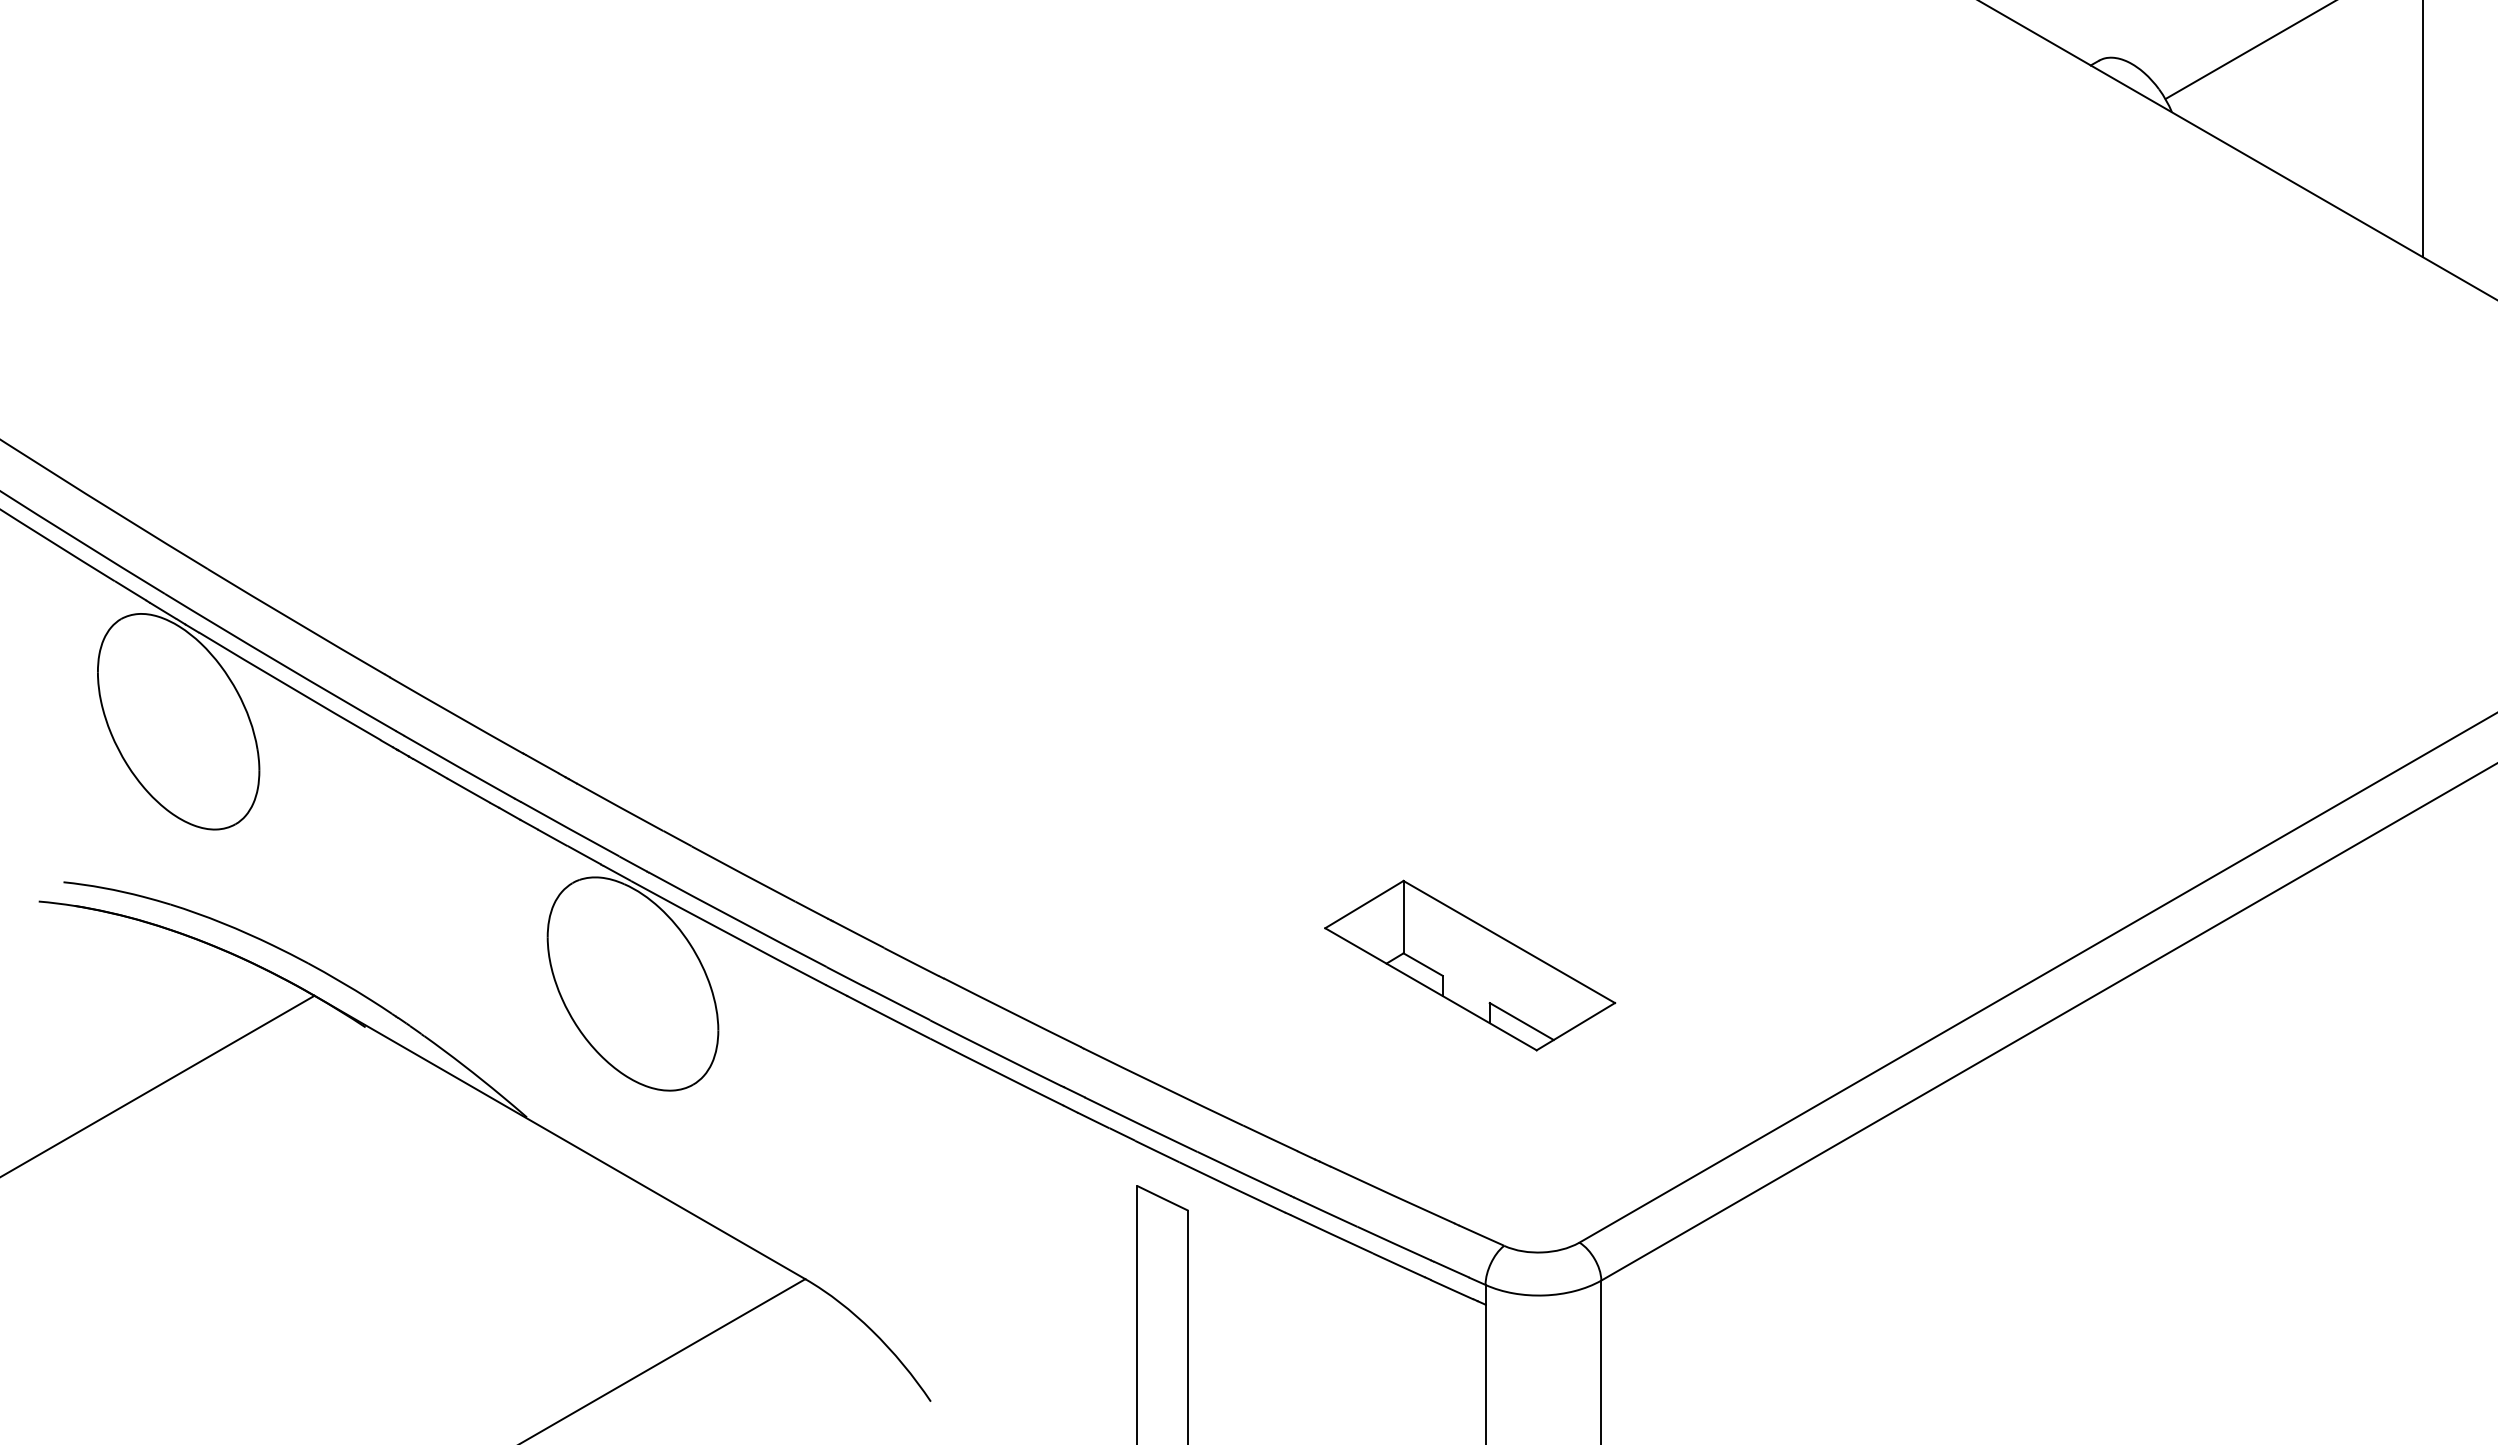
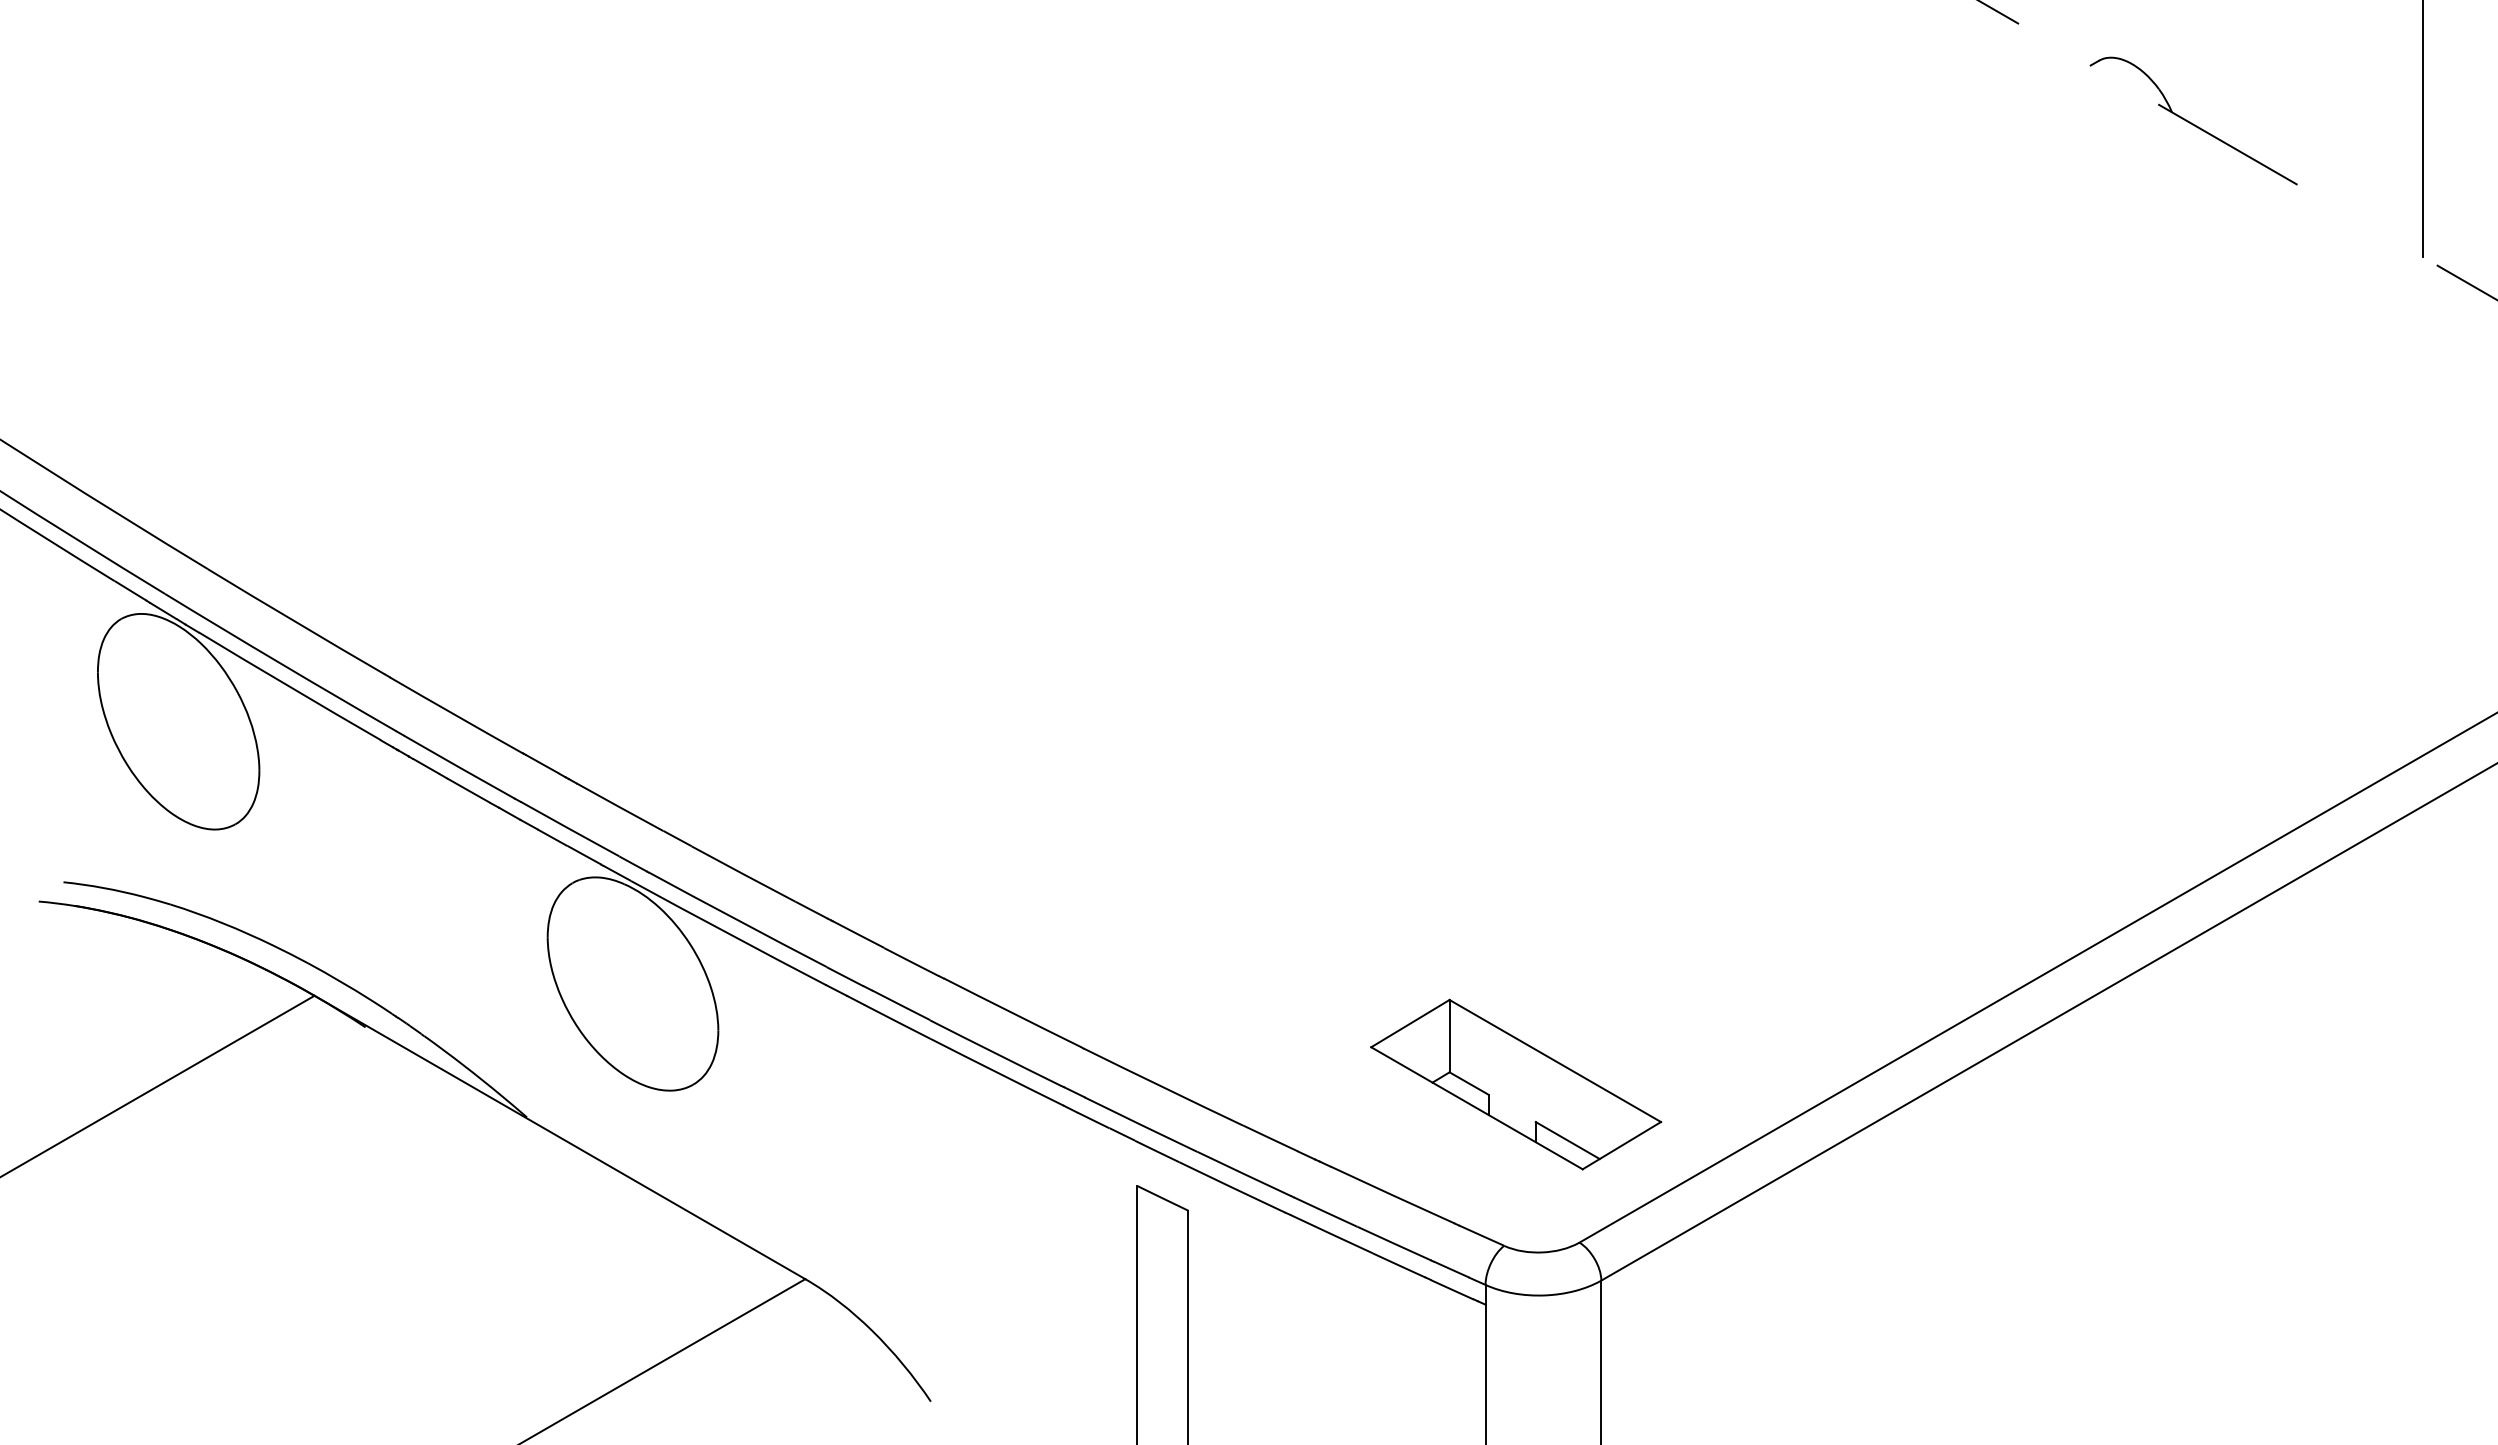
line at (2248, 50): present -> none
line at (2237, 149): solid -> dashed
part at (1470, 965) position: (1470, 965) -> (1516, 1084)
